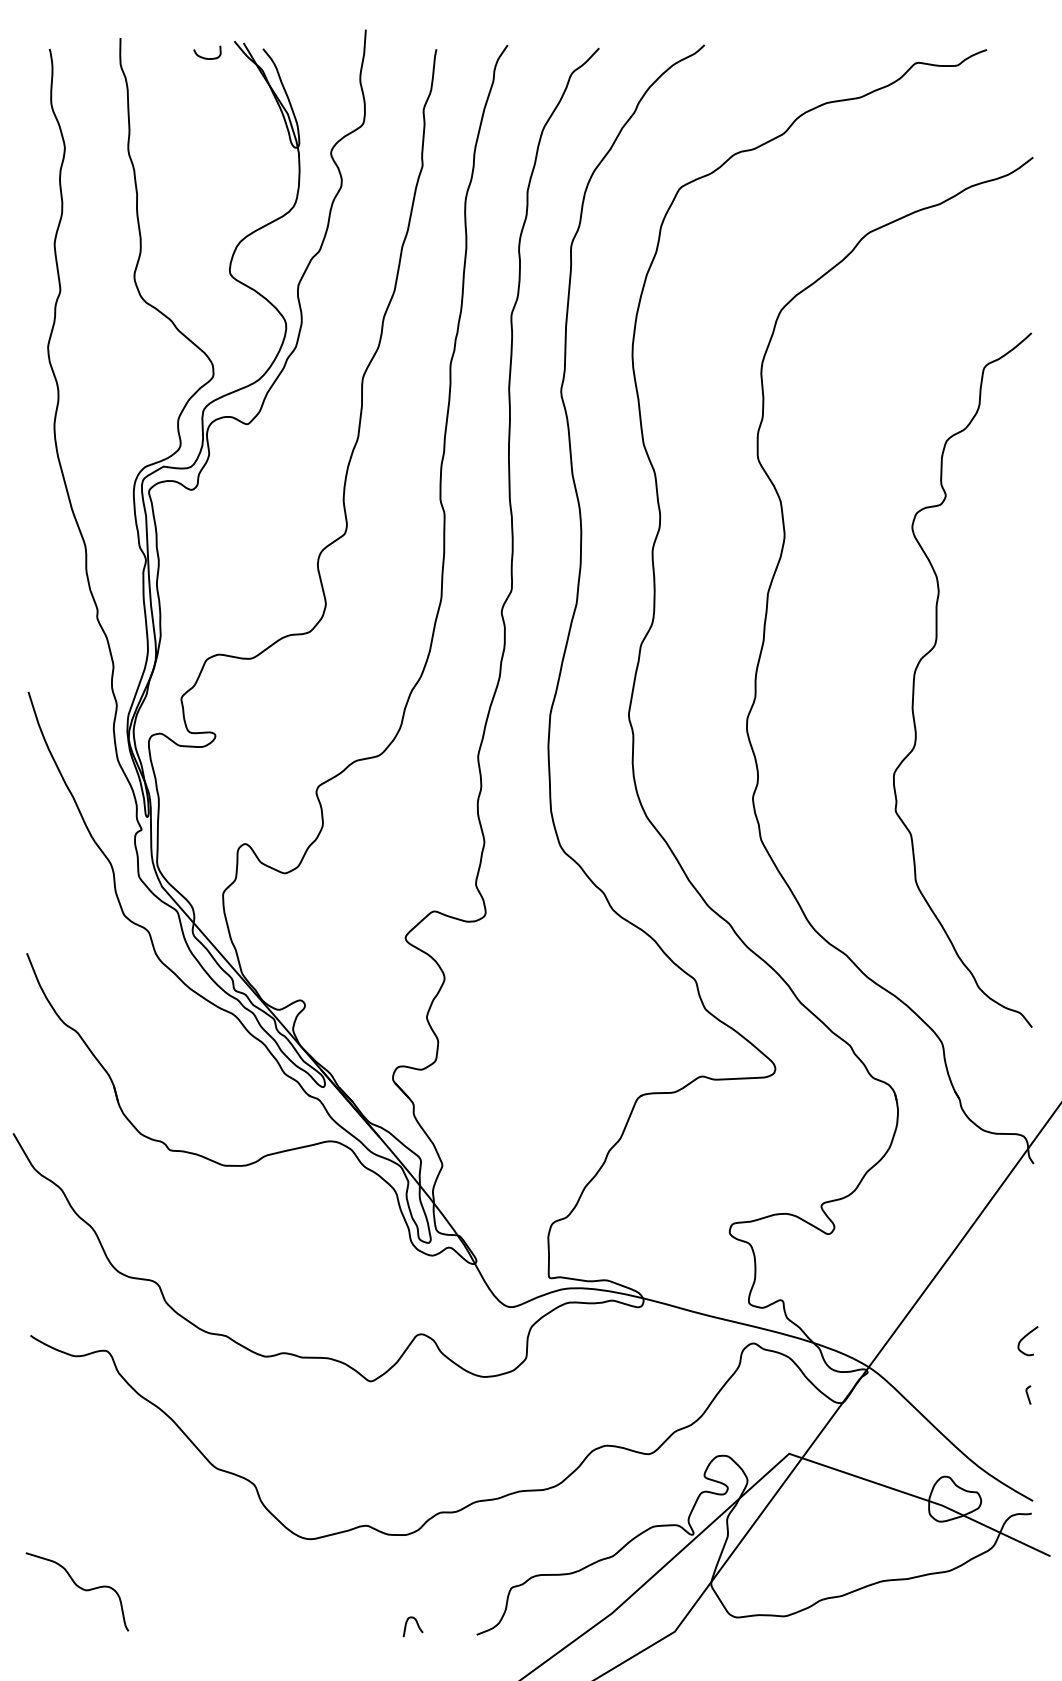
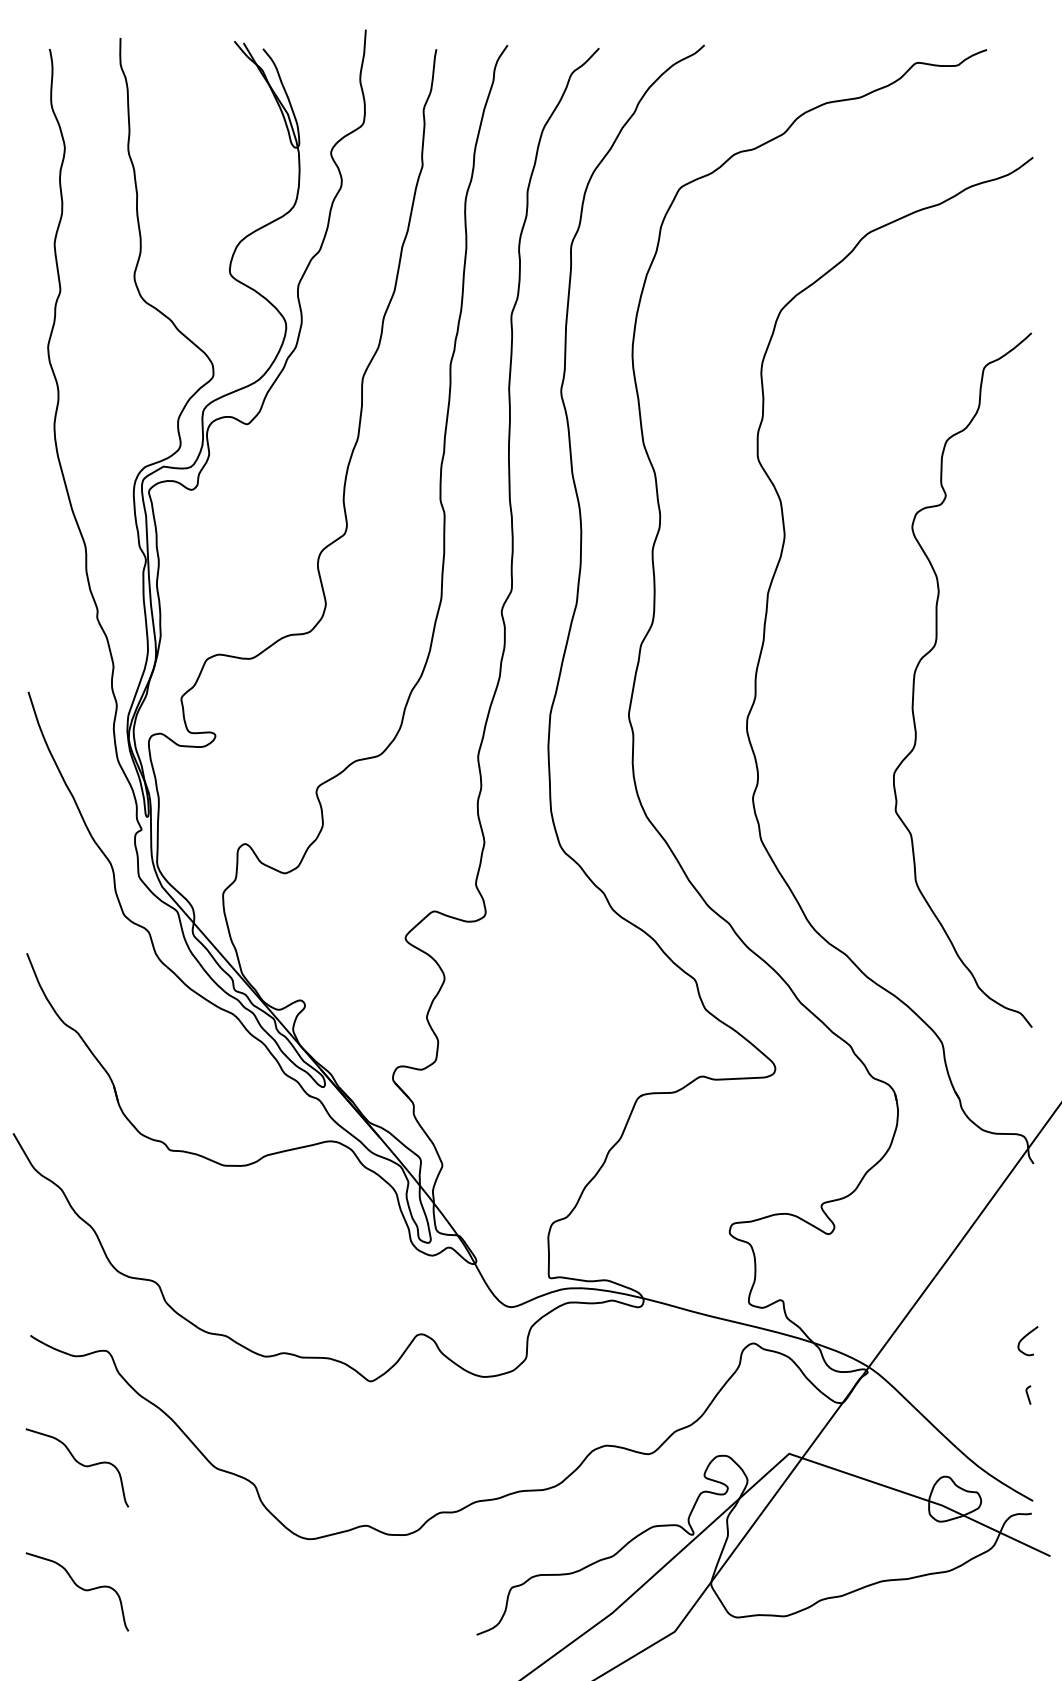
curve at (206, 57): present -> none
curve at (79, 1464): none -> present
curve at (416, 1623): present -> none
